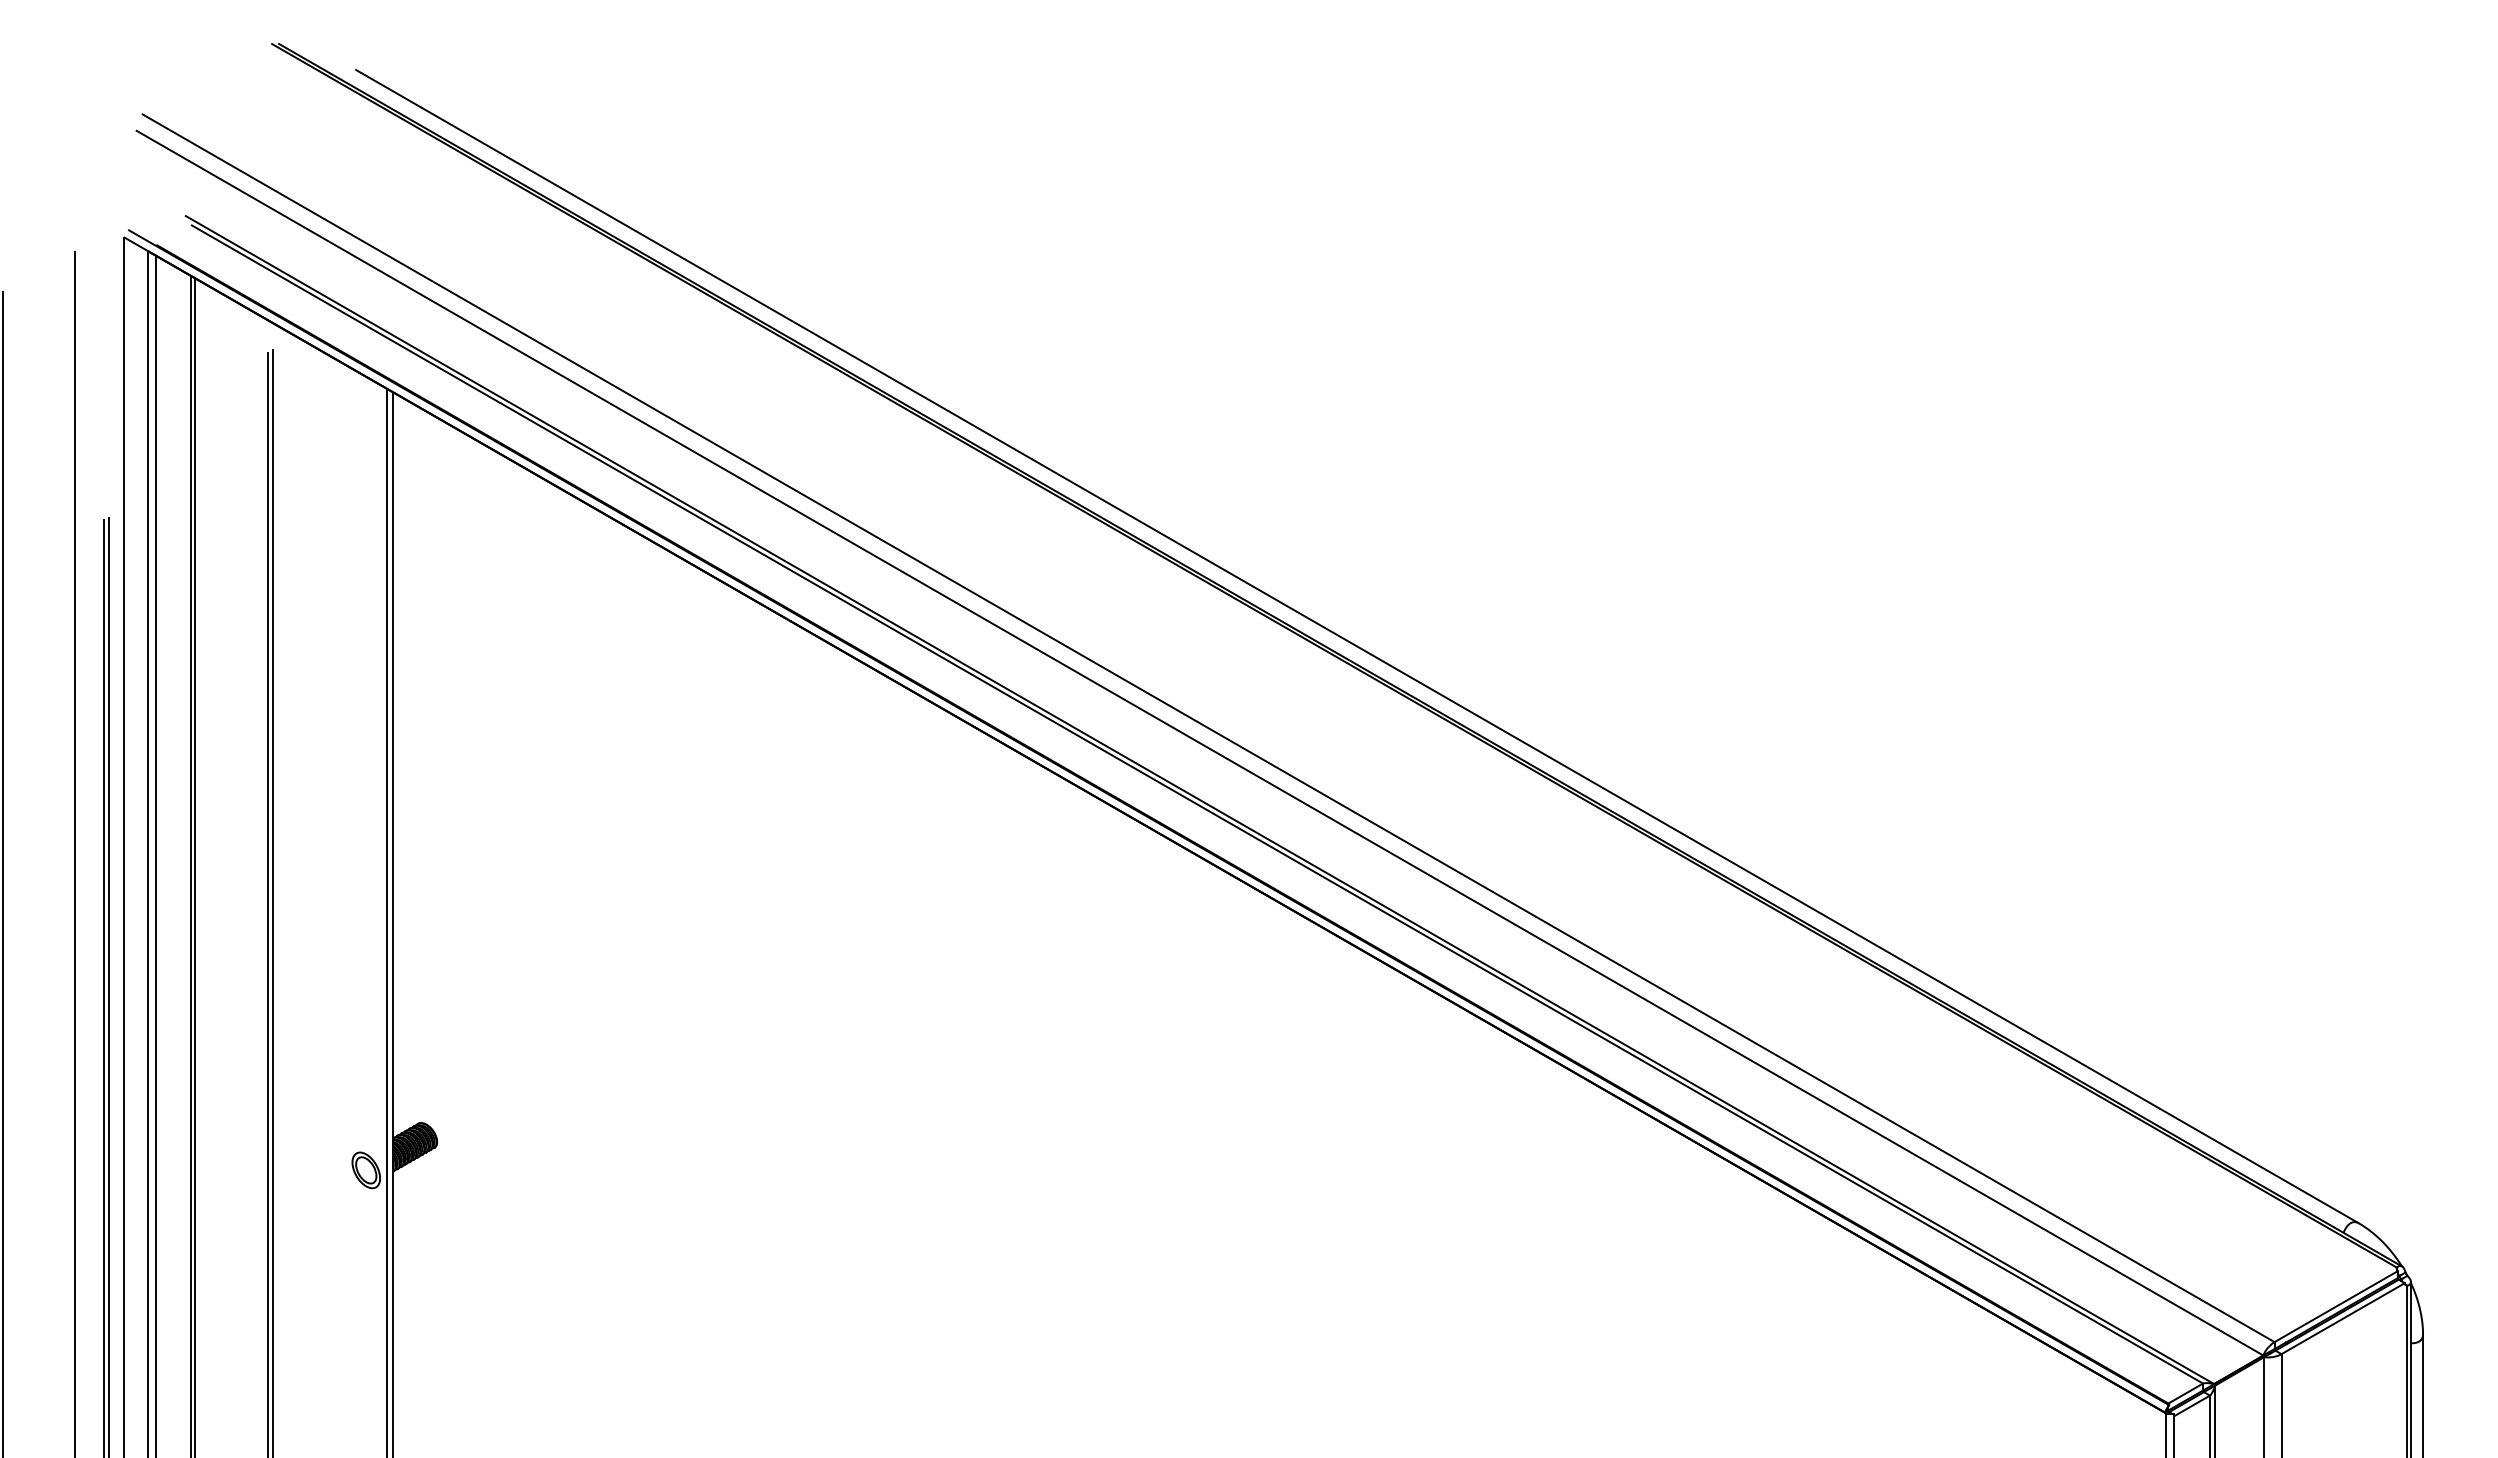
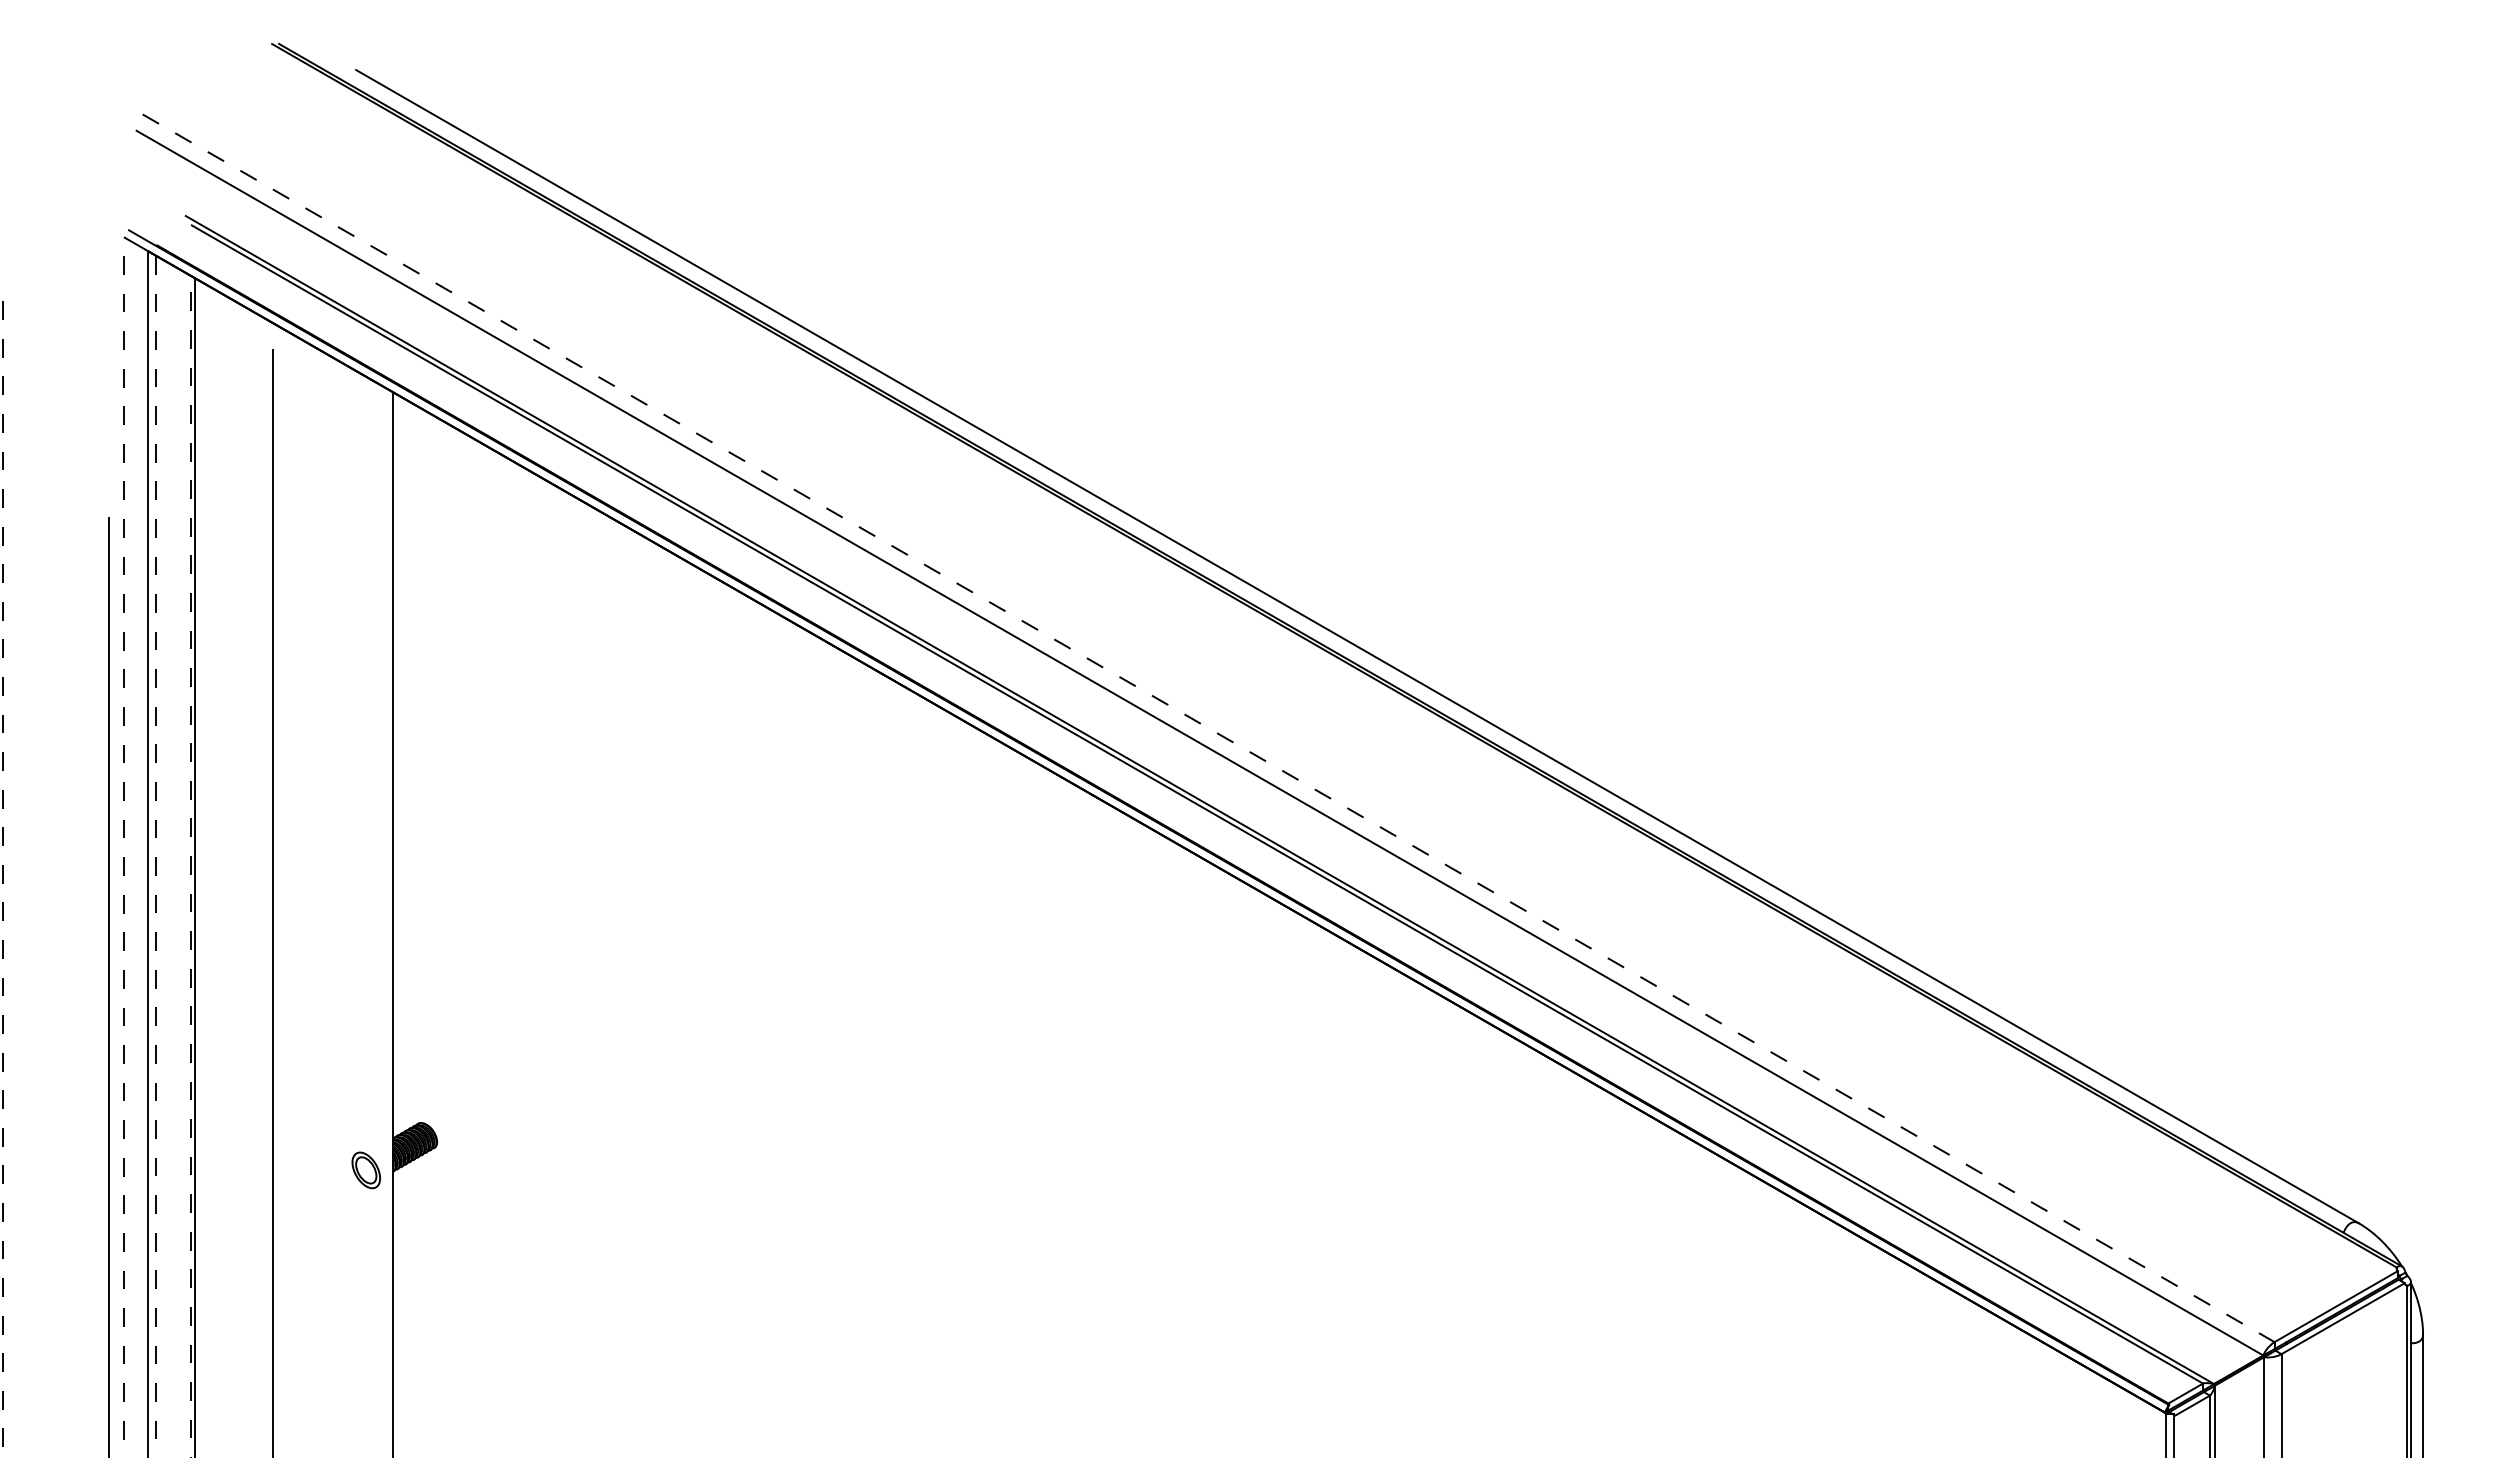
line at (1209, 728): solid -> dashed
line at (123, 847): solid -> dashed
line at (74, 853): present -> none
line at (156, 856): solid -> dashed
line at (190, 866): solid -> dashed
line at (3, 874): solid -> dashed
line at (267, 903): present -> none
line at (386, 921): present -> none
line at (103, 986): present -> none
